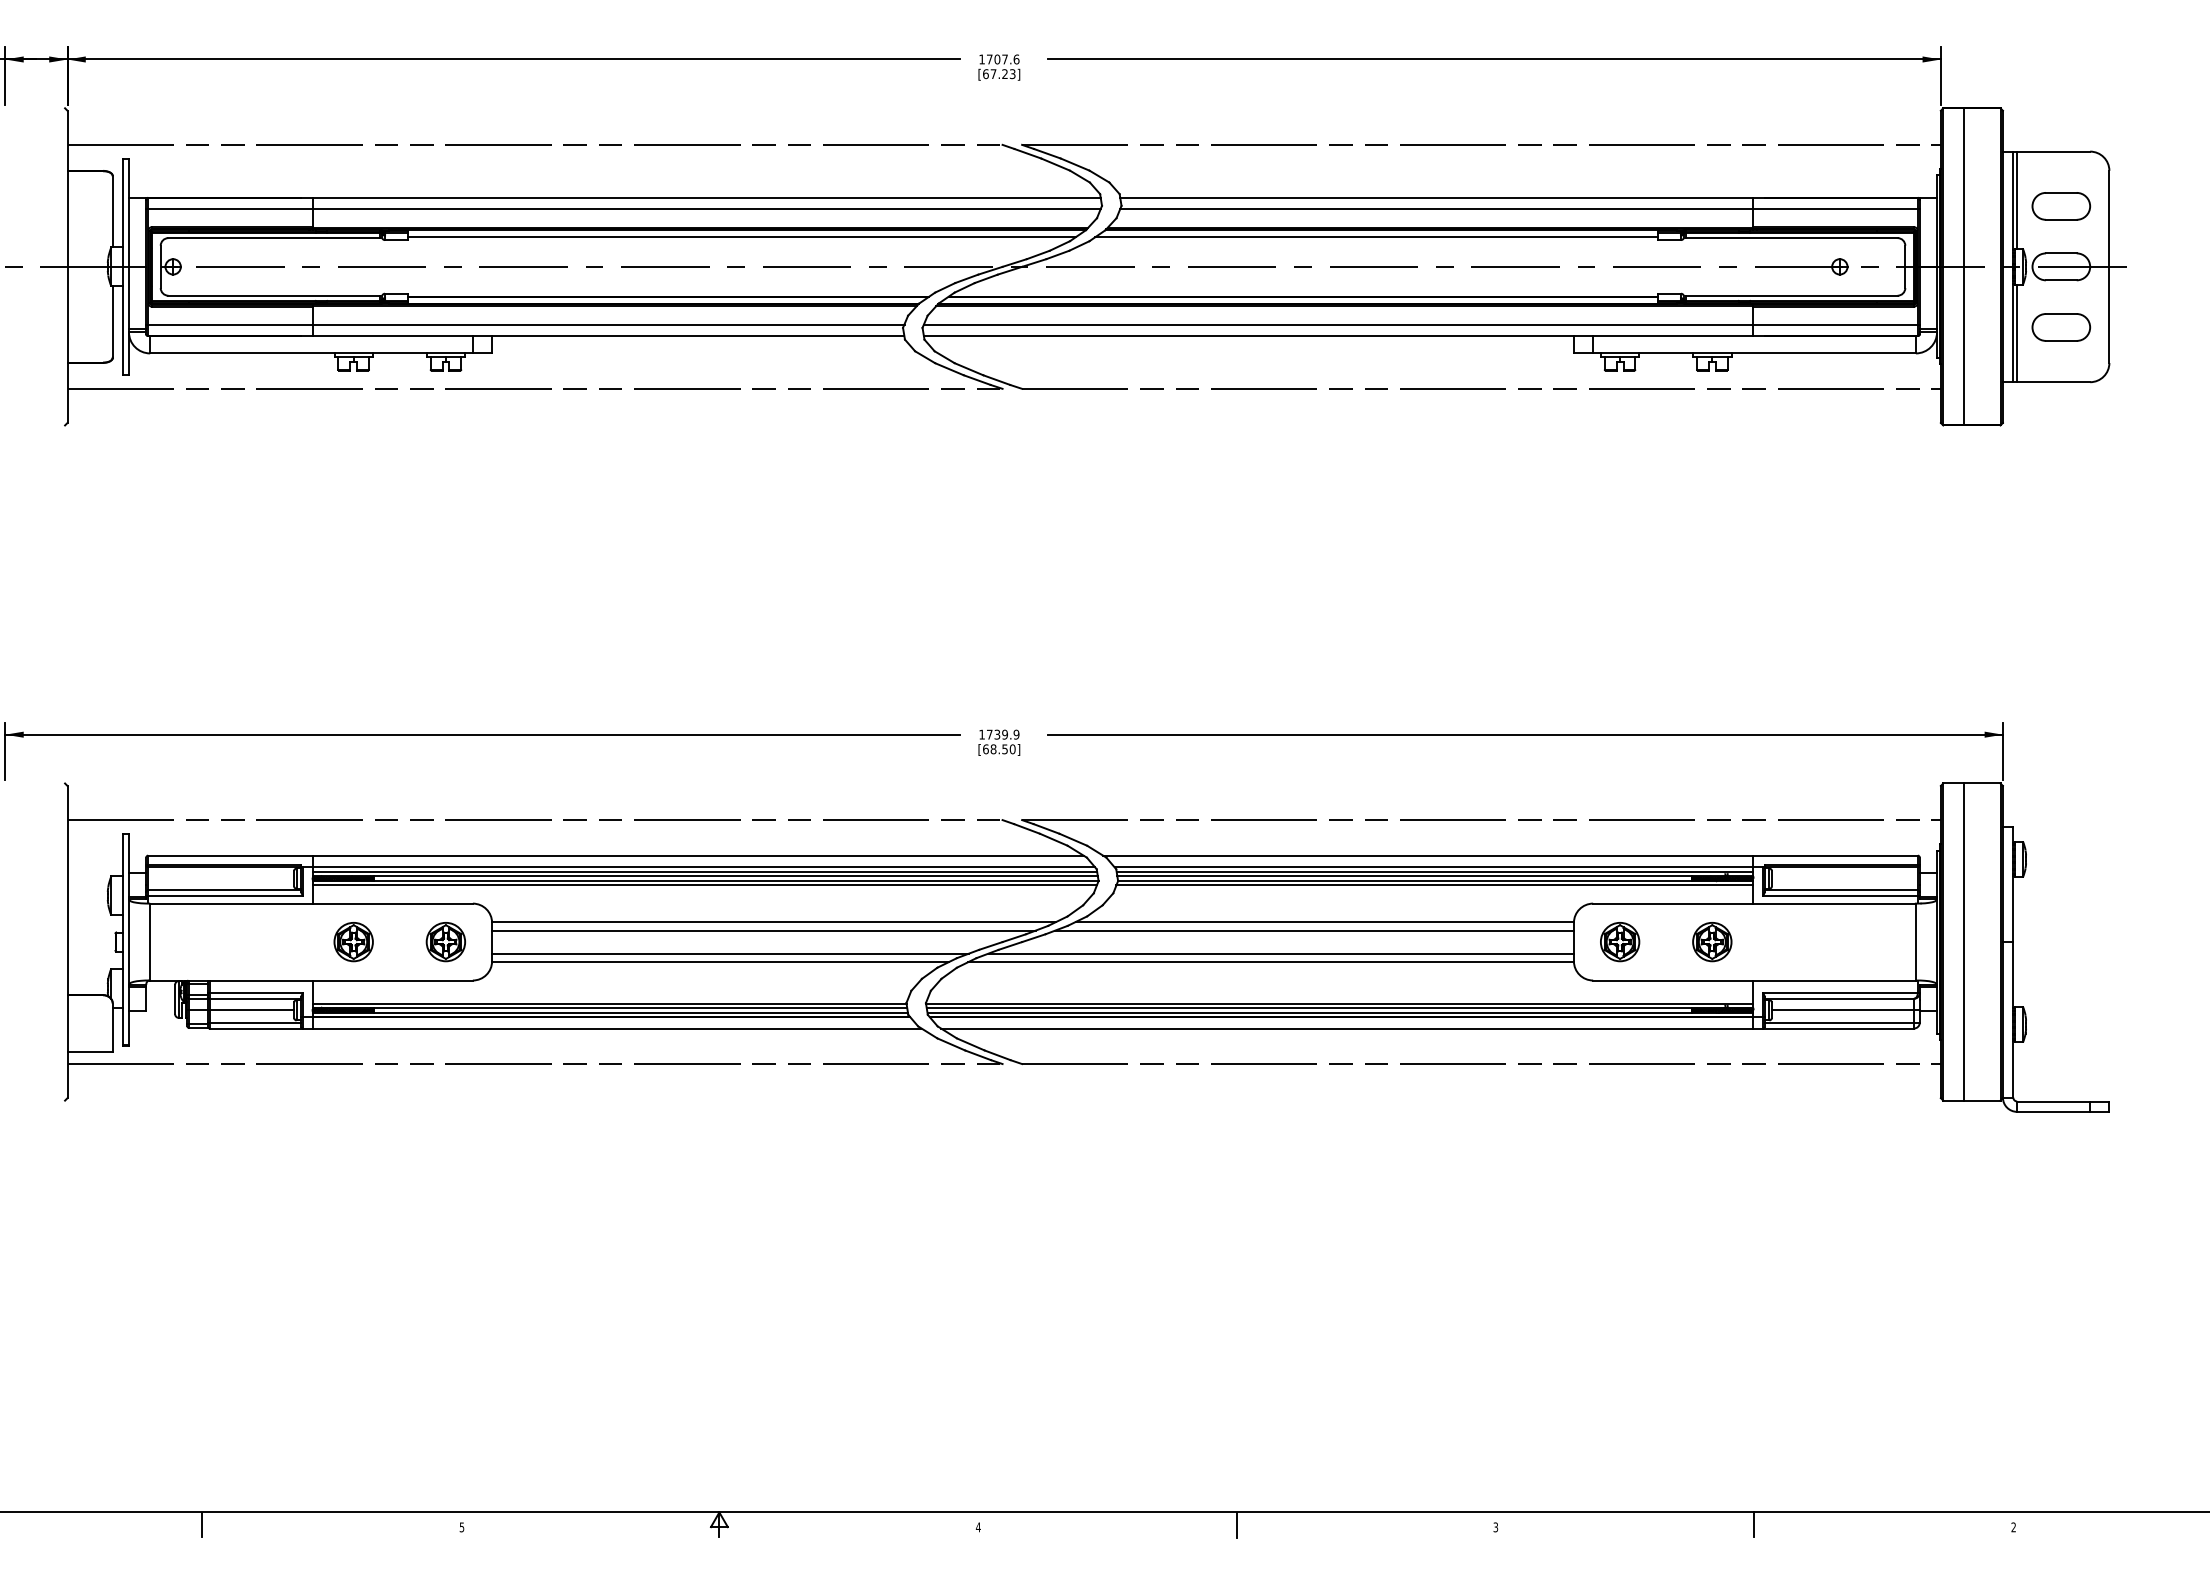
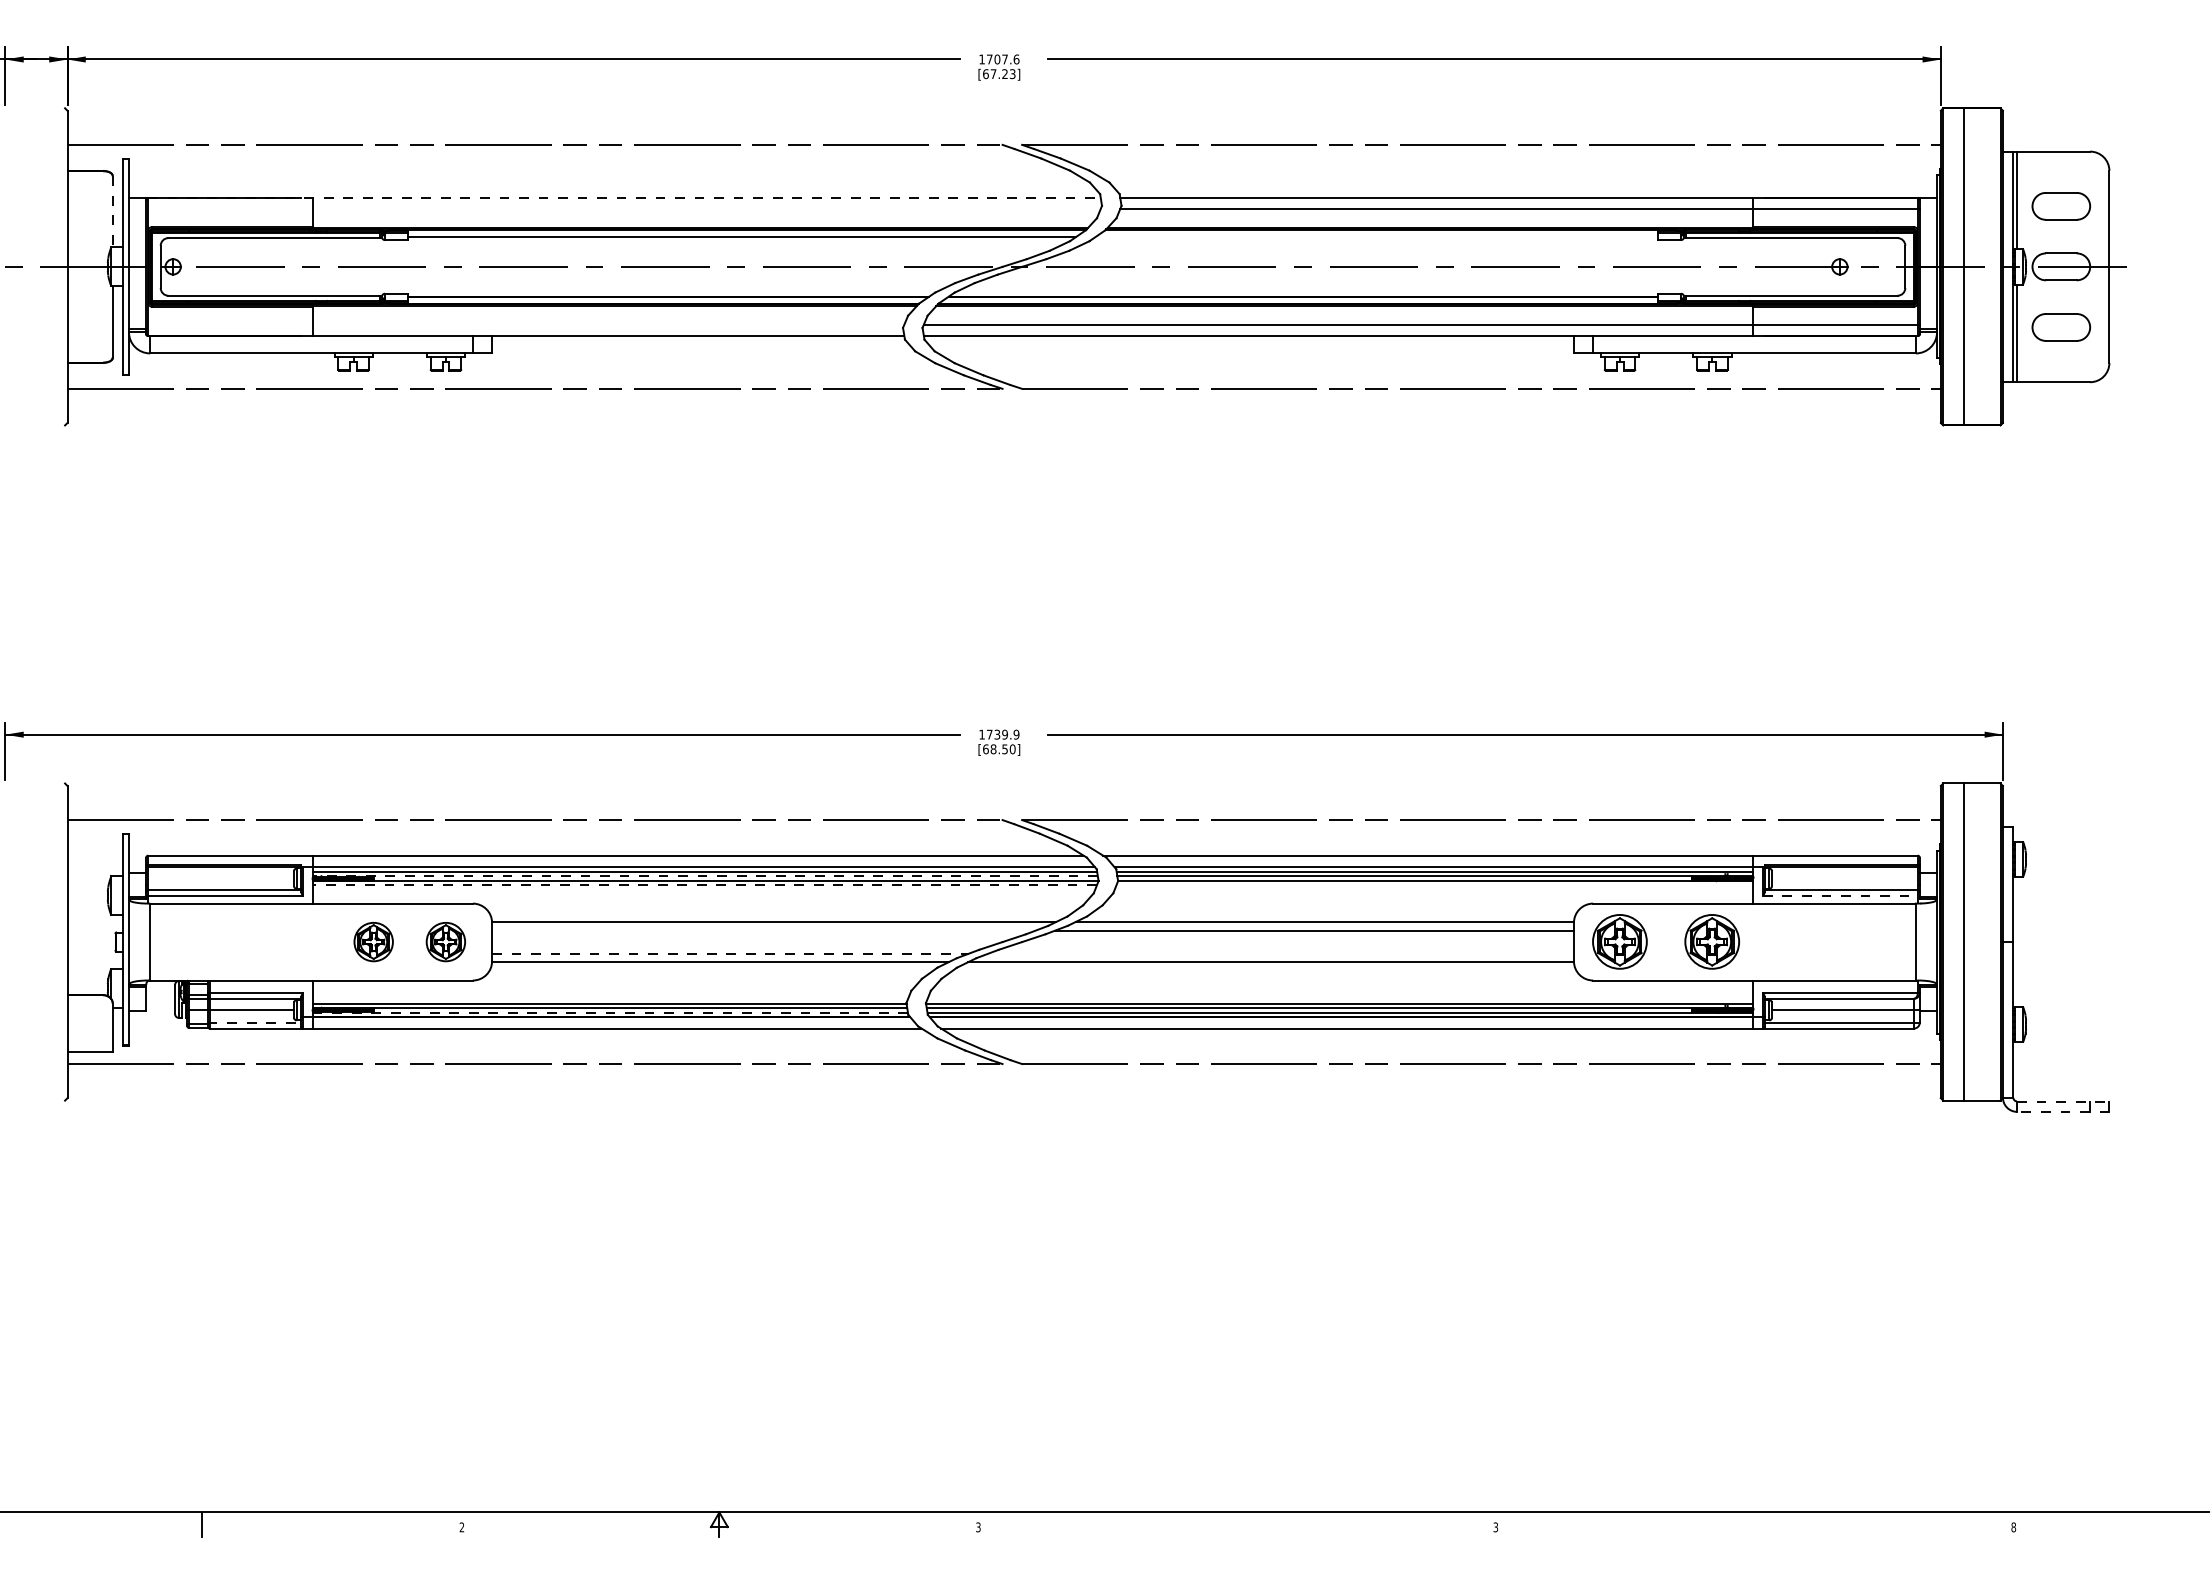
line at (624, 197): solid -> dashed
line at (623, 209): present -> none
line at (112, 211): solid -> dashed
line at (1376, 237): present -> none
line at (525, 324): present -> none
line at (705, 876): solid -> dashed
line at (704, 885): solid -> dashed
line at (1434, 885): present -> none
line at (1841, 895): solid -> dashed
line at (763, 930): present -> none
part at (353, 942) position: (353, 942) -> (373, 942)
part at (1620, 942) size: 41x41 px -> 56x56 px
part at (1712, 942) size: 41x41 px -> 56x56 px
line at (730, 953): solid -> dashed
line at (1280, 953): present -> none
line at (610, 1012): solid -> dashed
line at (254, 1022): solid -> dashed
line at (2063, 1101): solid -> dashed
line at (2062, 1111): solid -> dashed
line at (1753, 1524): present -> none
line at (1236, 1525): present -> none
text at (461, 1527): 5 -> 2
text at (977, 1527): 4 -> 3
text at (2013, 1527): 2 -> 8
